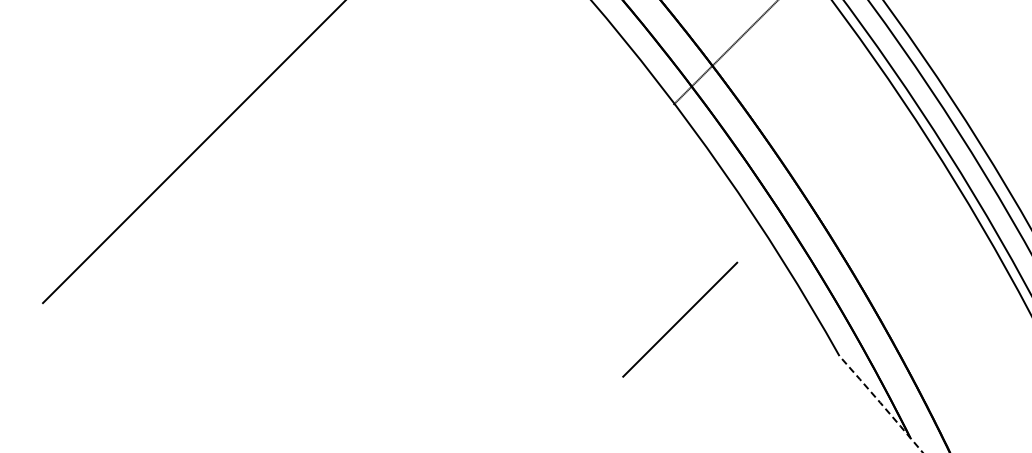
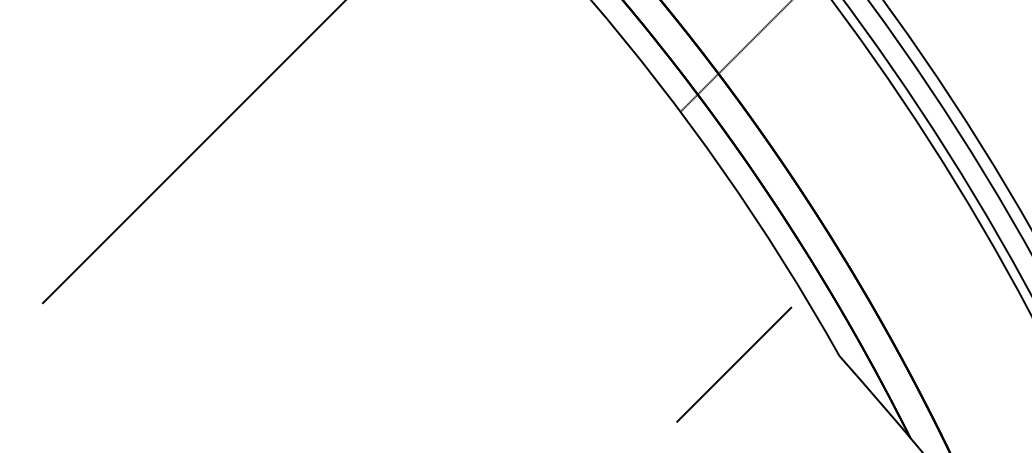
line at (724, 53) position: (724, 53) -> (735, 56)
line at (680, 319) position: (680, 319) -> (734, 364)
arc at (881, 404): dashed -> solid
